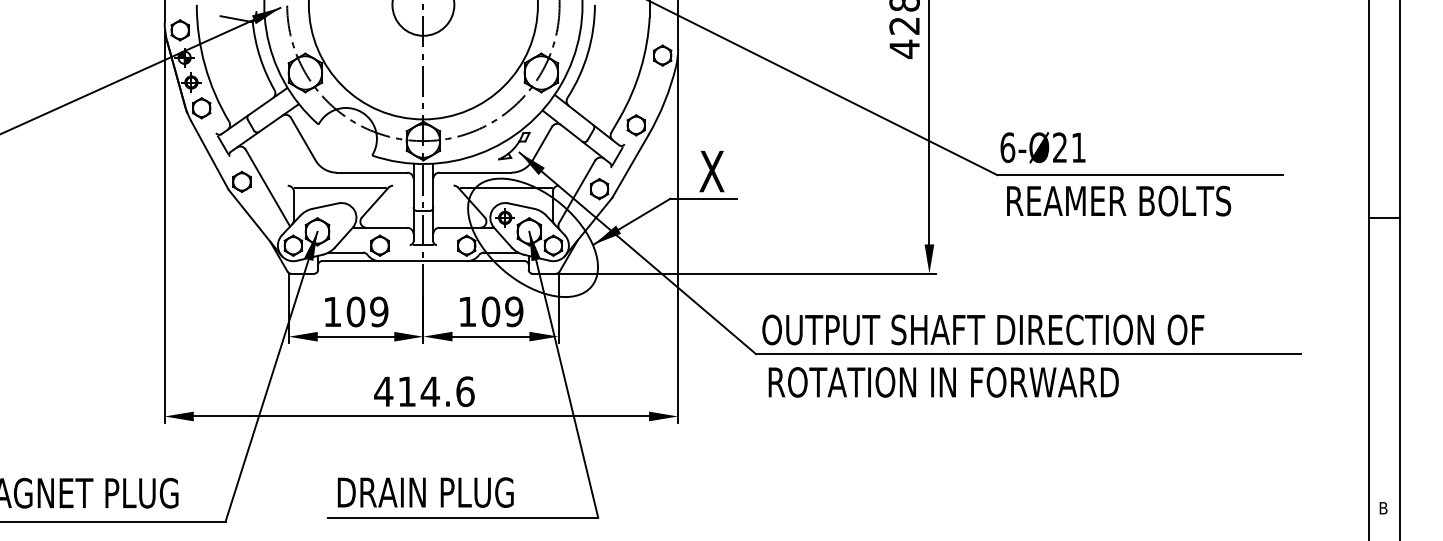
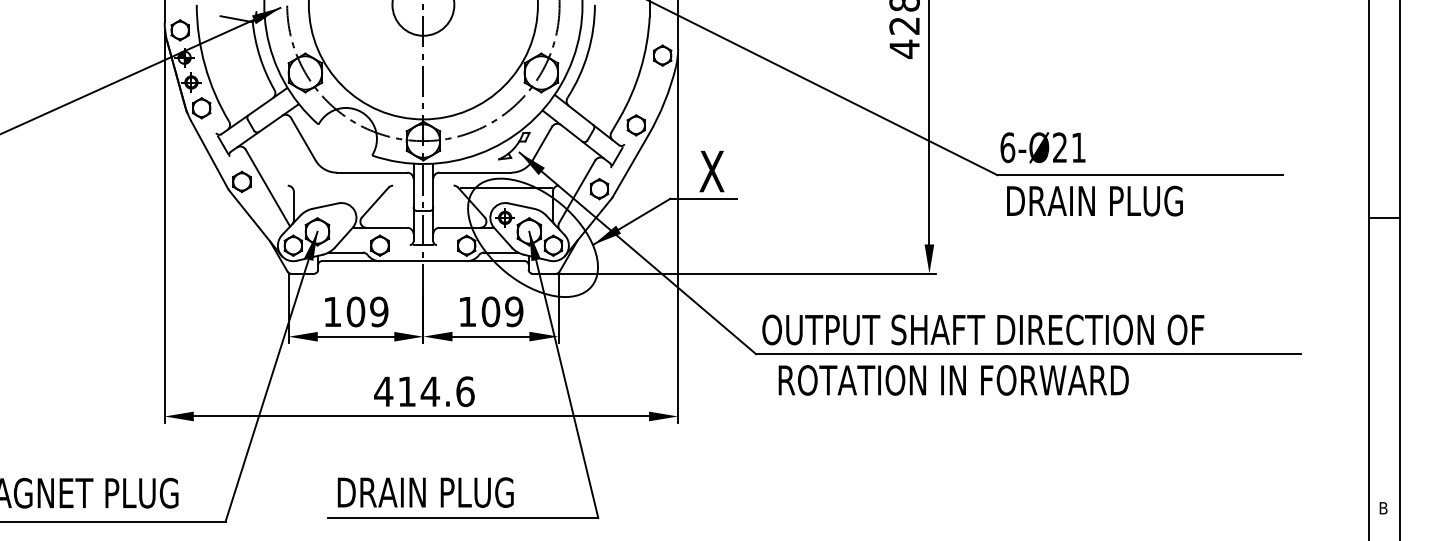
line at (340, 187): present -> none
text at (1120, 200): REAMER BOLTS -> DRAIN PLUG
text at (943, 382) position: (943, 382) -> (953, 380)
